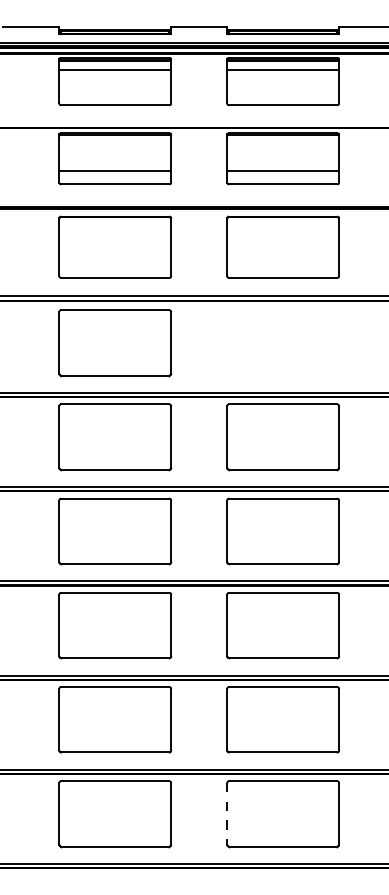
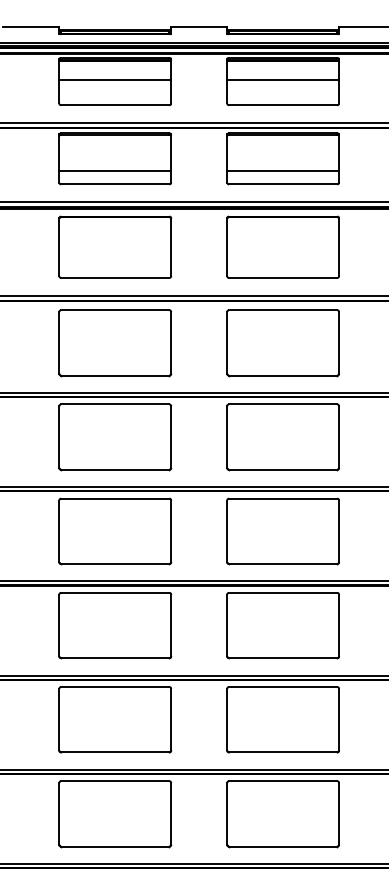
line at (115, 70) position: (115, 70) -> (115, 80)
line at (283, 70) position: (283, 70) -> (283, 80)
line at (193, 122): none -> present
line at (193, 202): none -> present
part at (282, 343): none -> present
line at (227, 813): dashed -> solid
